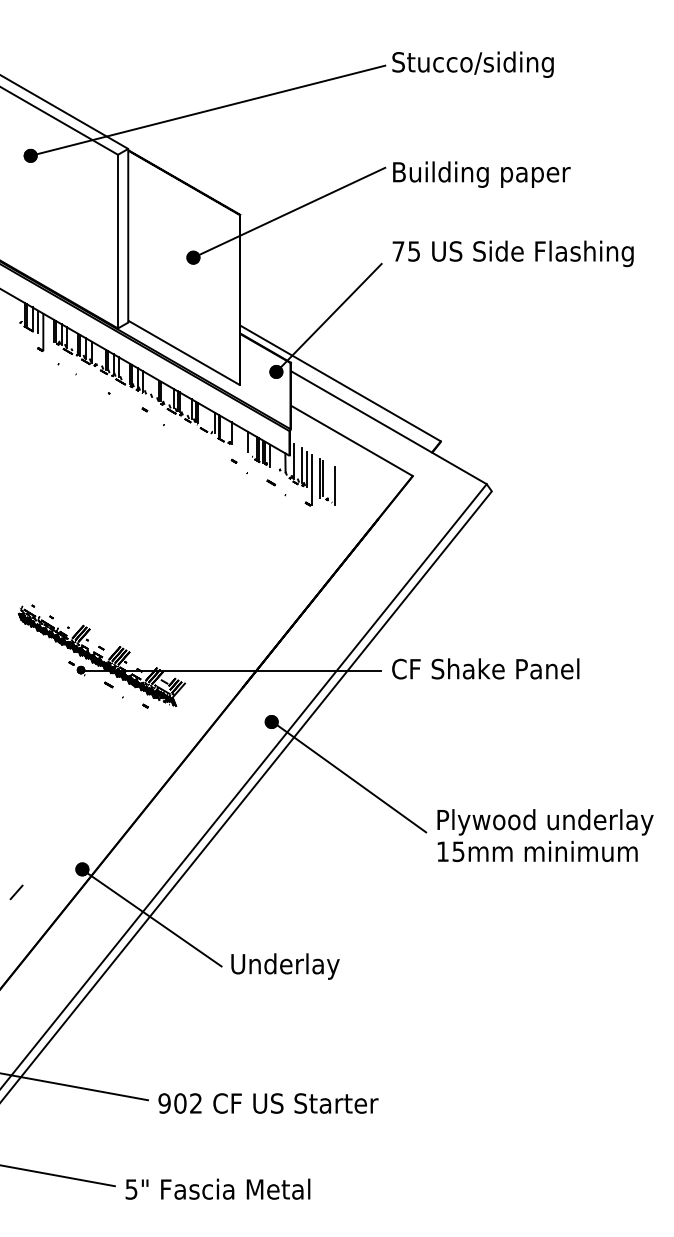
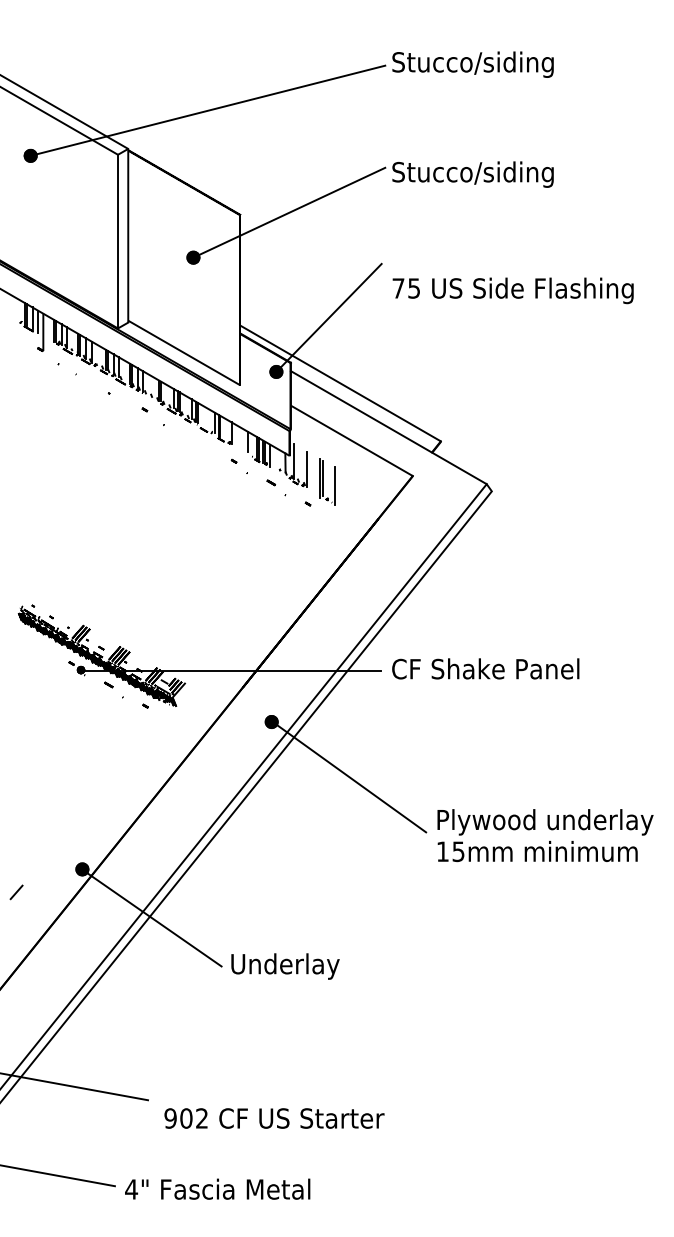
text at (481, 174): Building paper -> Stucco/siding
text at (512, 253) position: (512, 253) -> (512, 290)
line at (301, 465): present -> none
line at (312, 479): present -> none
text at (268, 1103) position: (268, 1103) -> (274, 1118)
text at (131, 1189): 5" -> 4"
